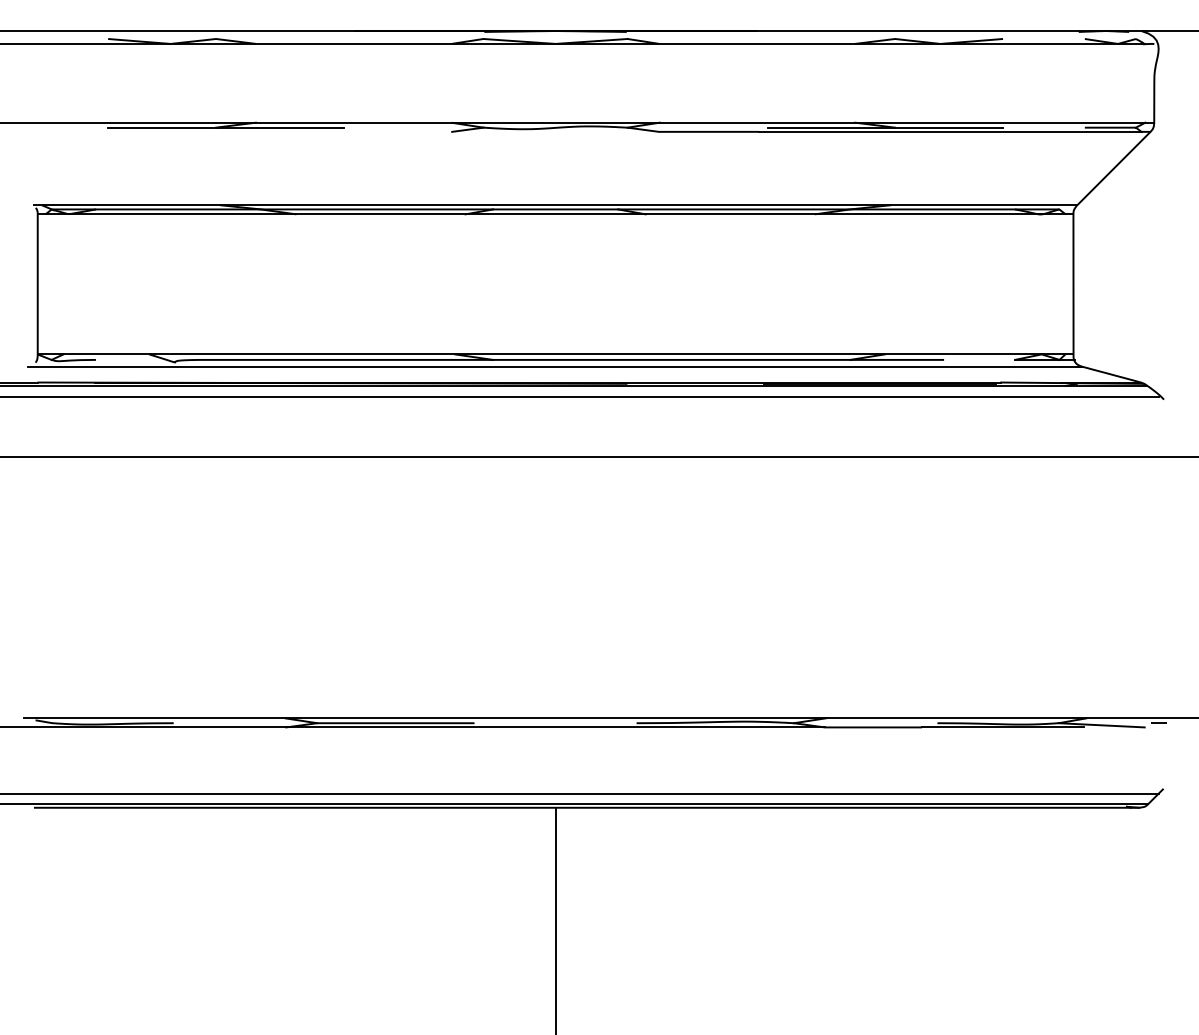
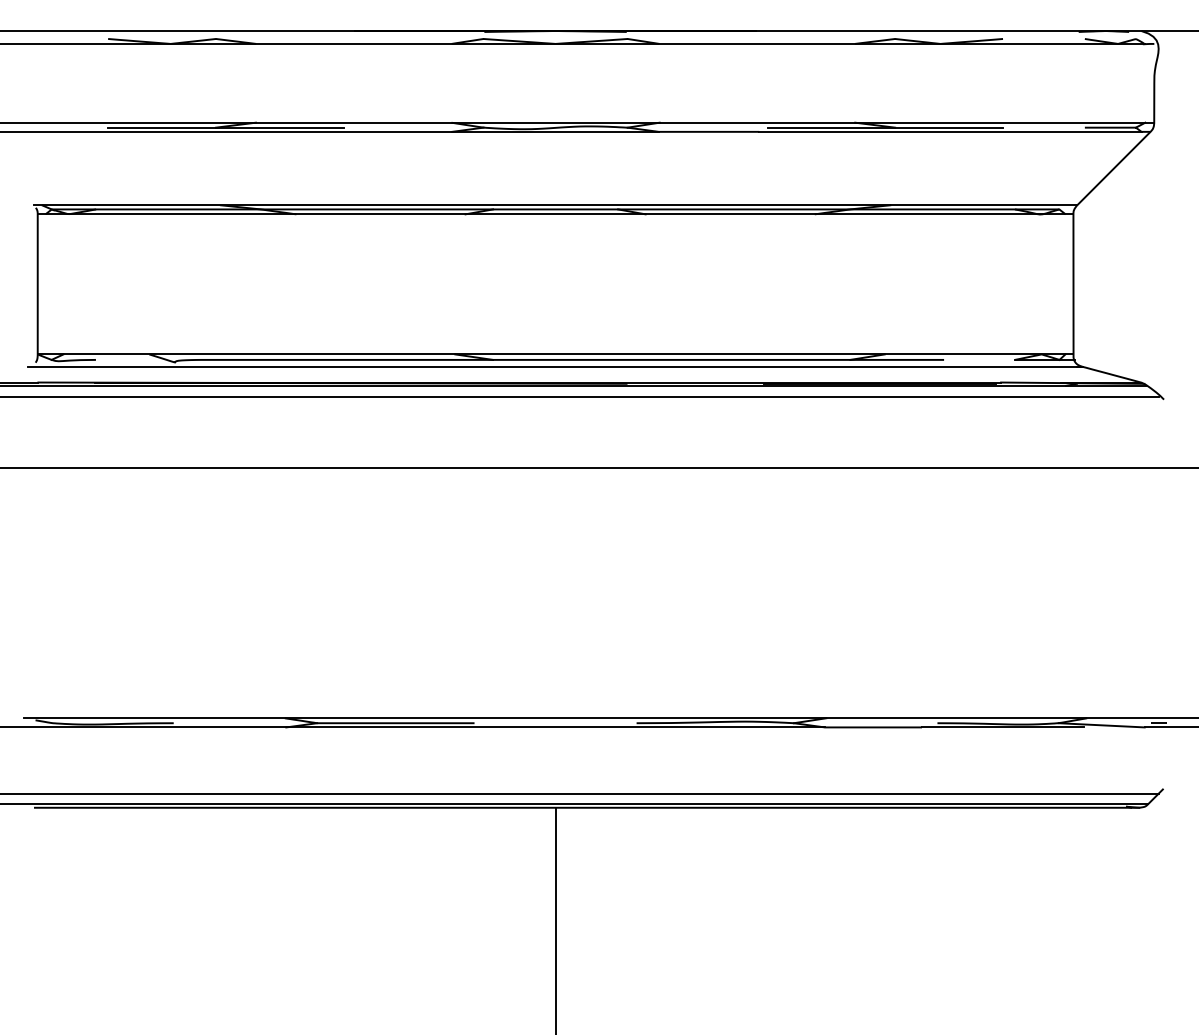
line at (330, 131): none -> present
line at (598, 456) position: (598, 456) -> (598, 467)
line at (1169, 727): none -> present
